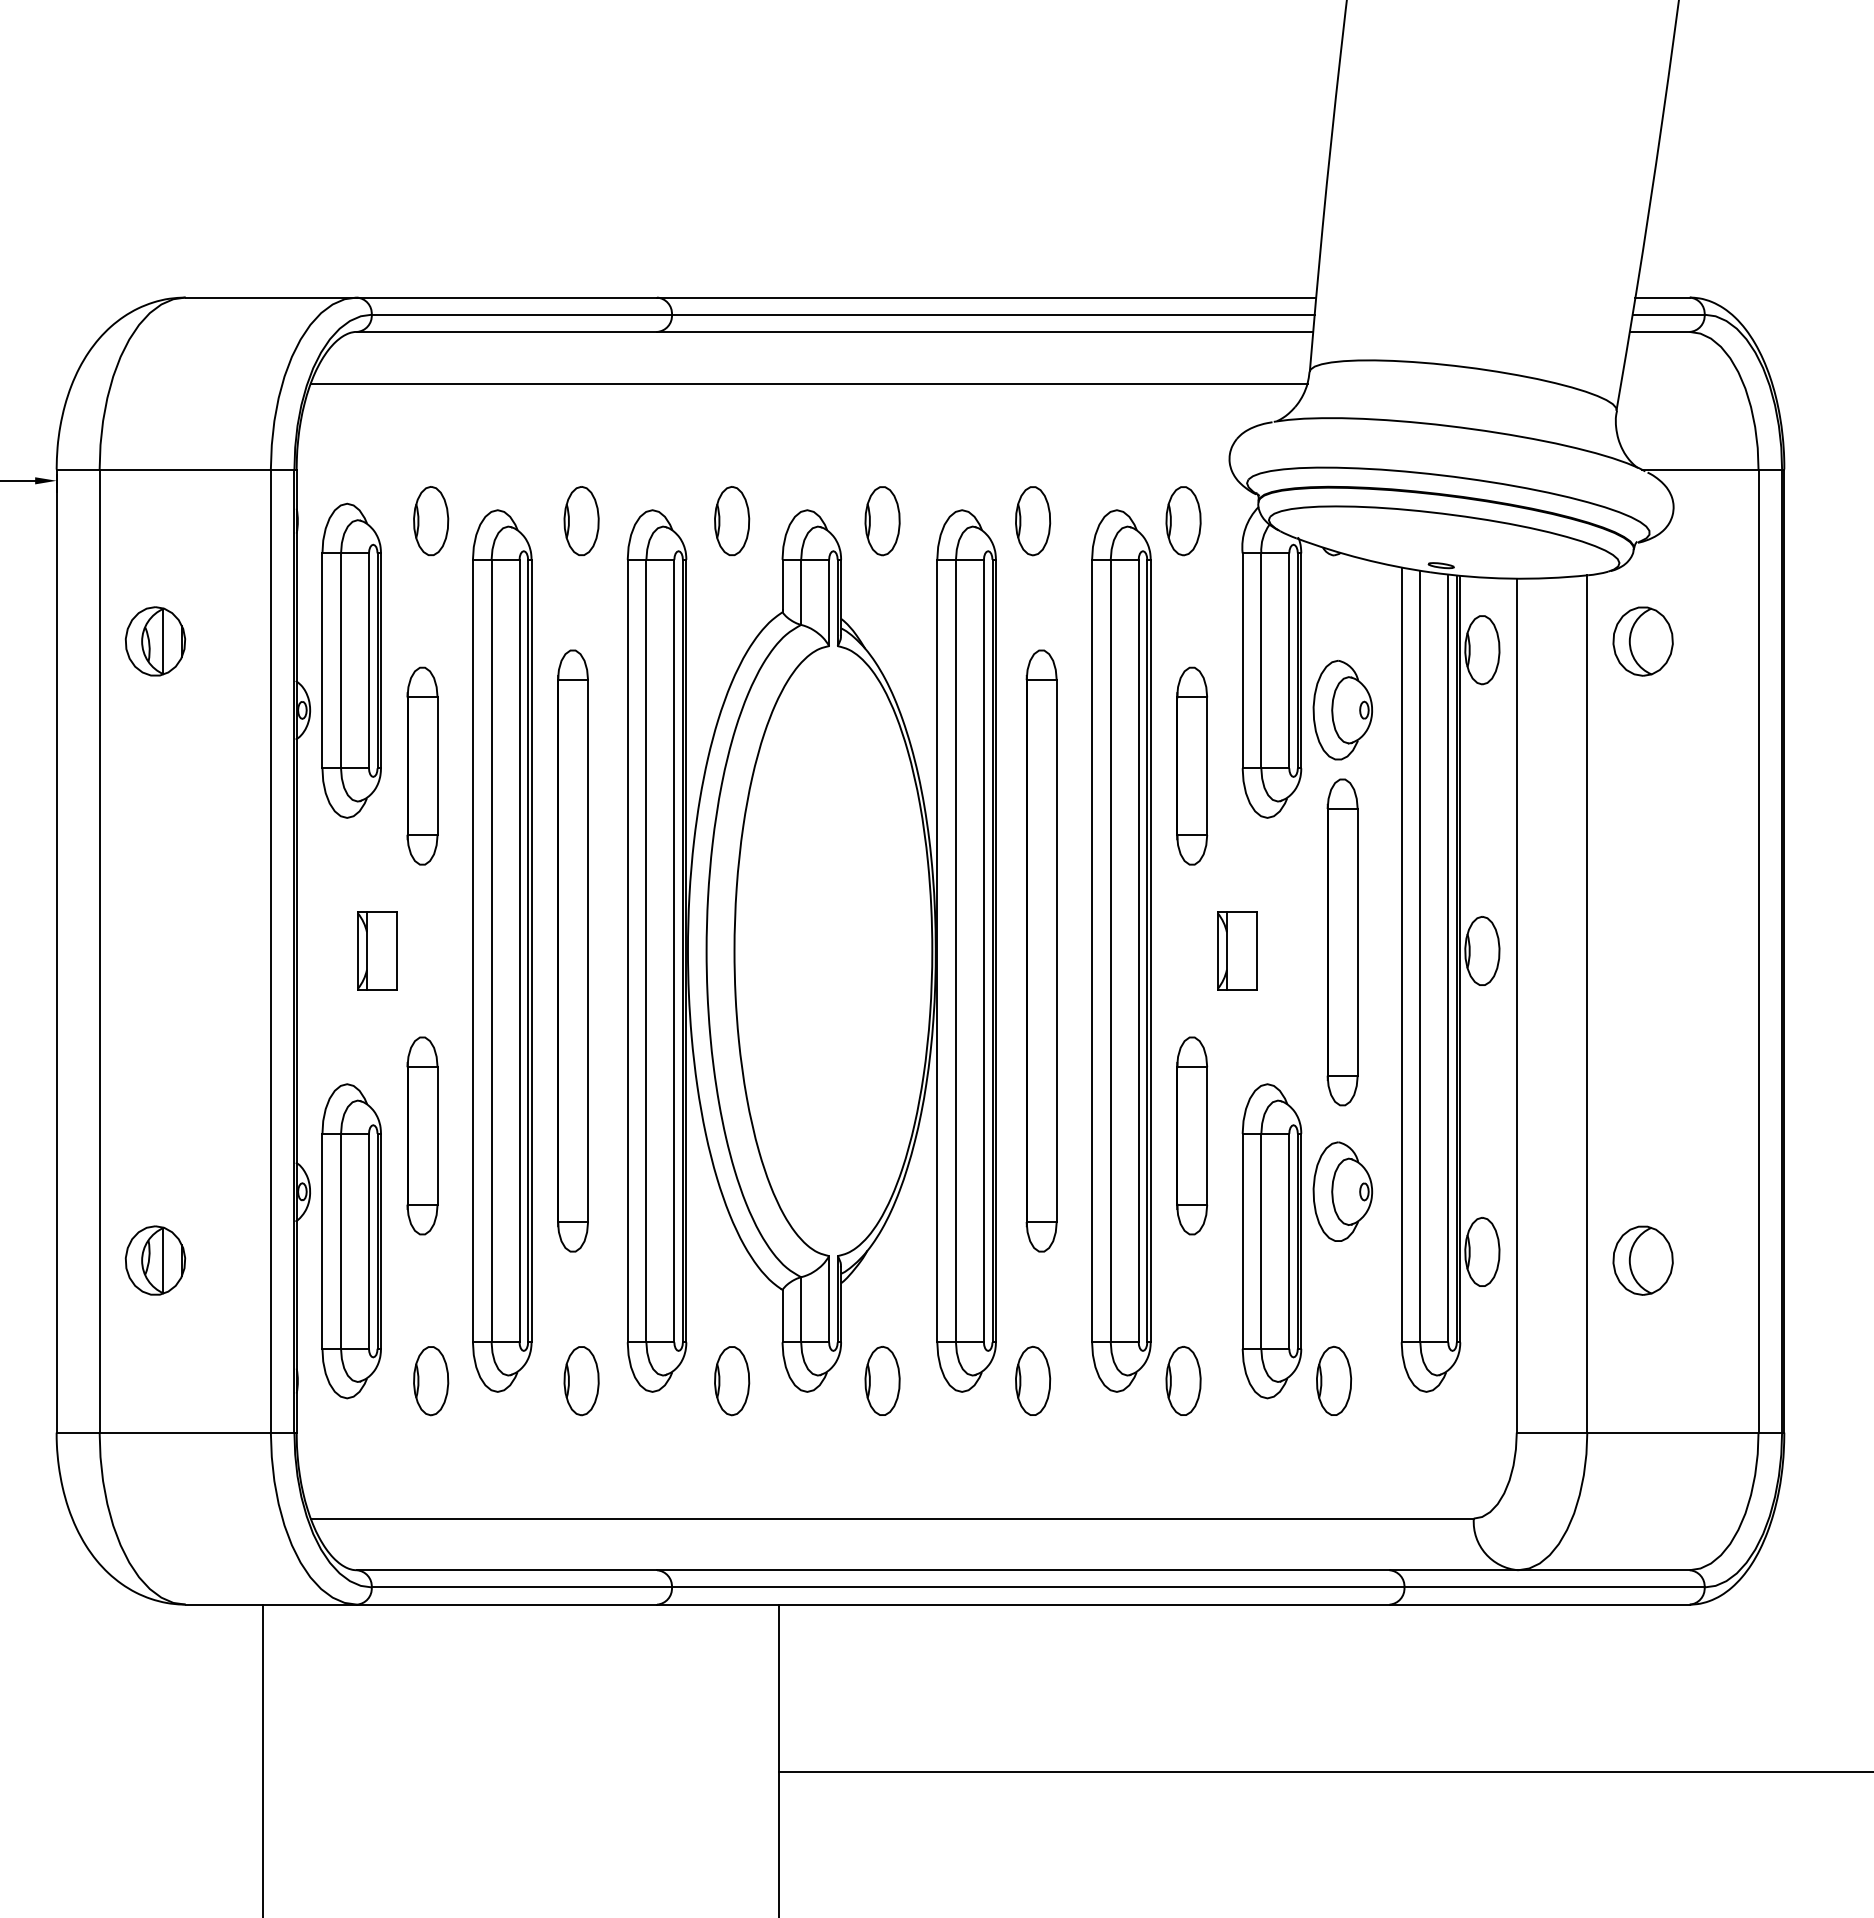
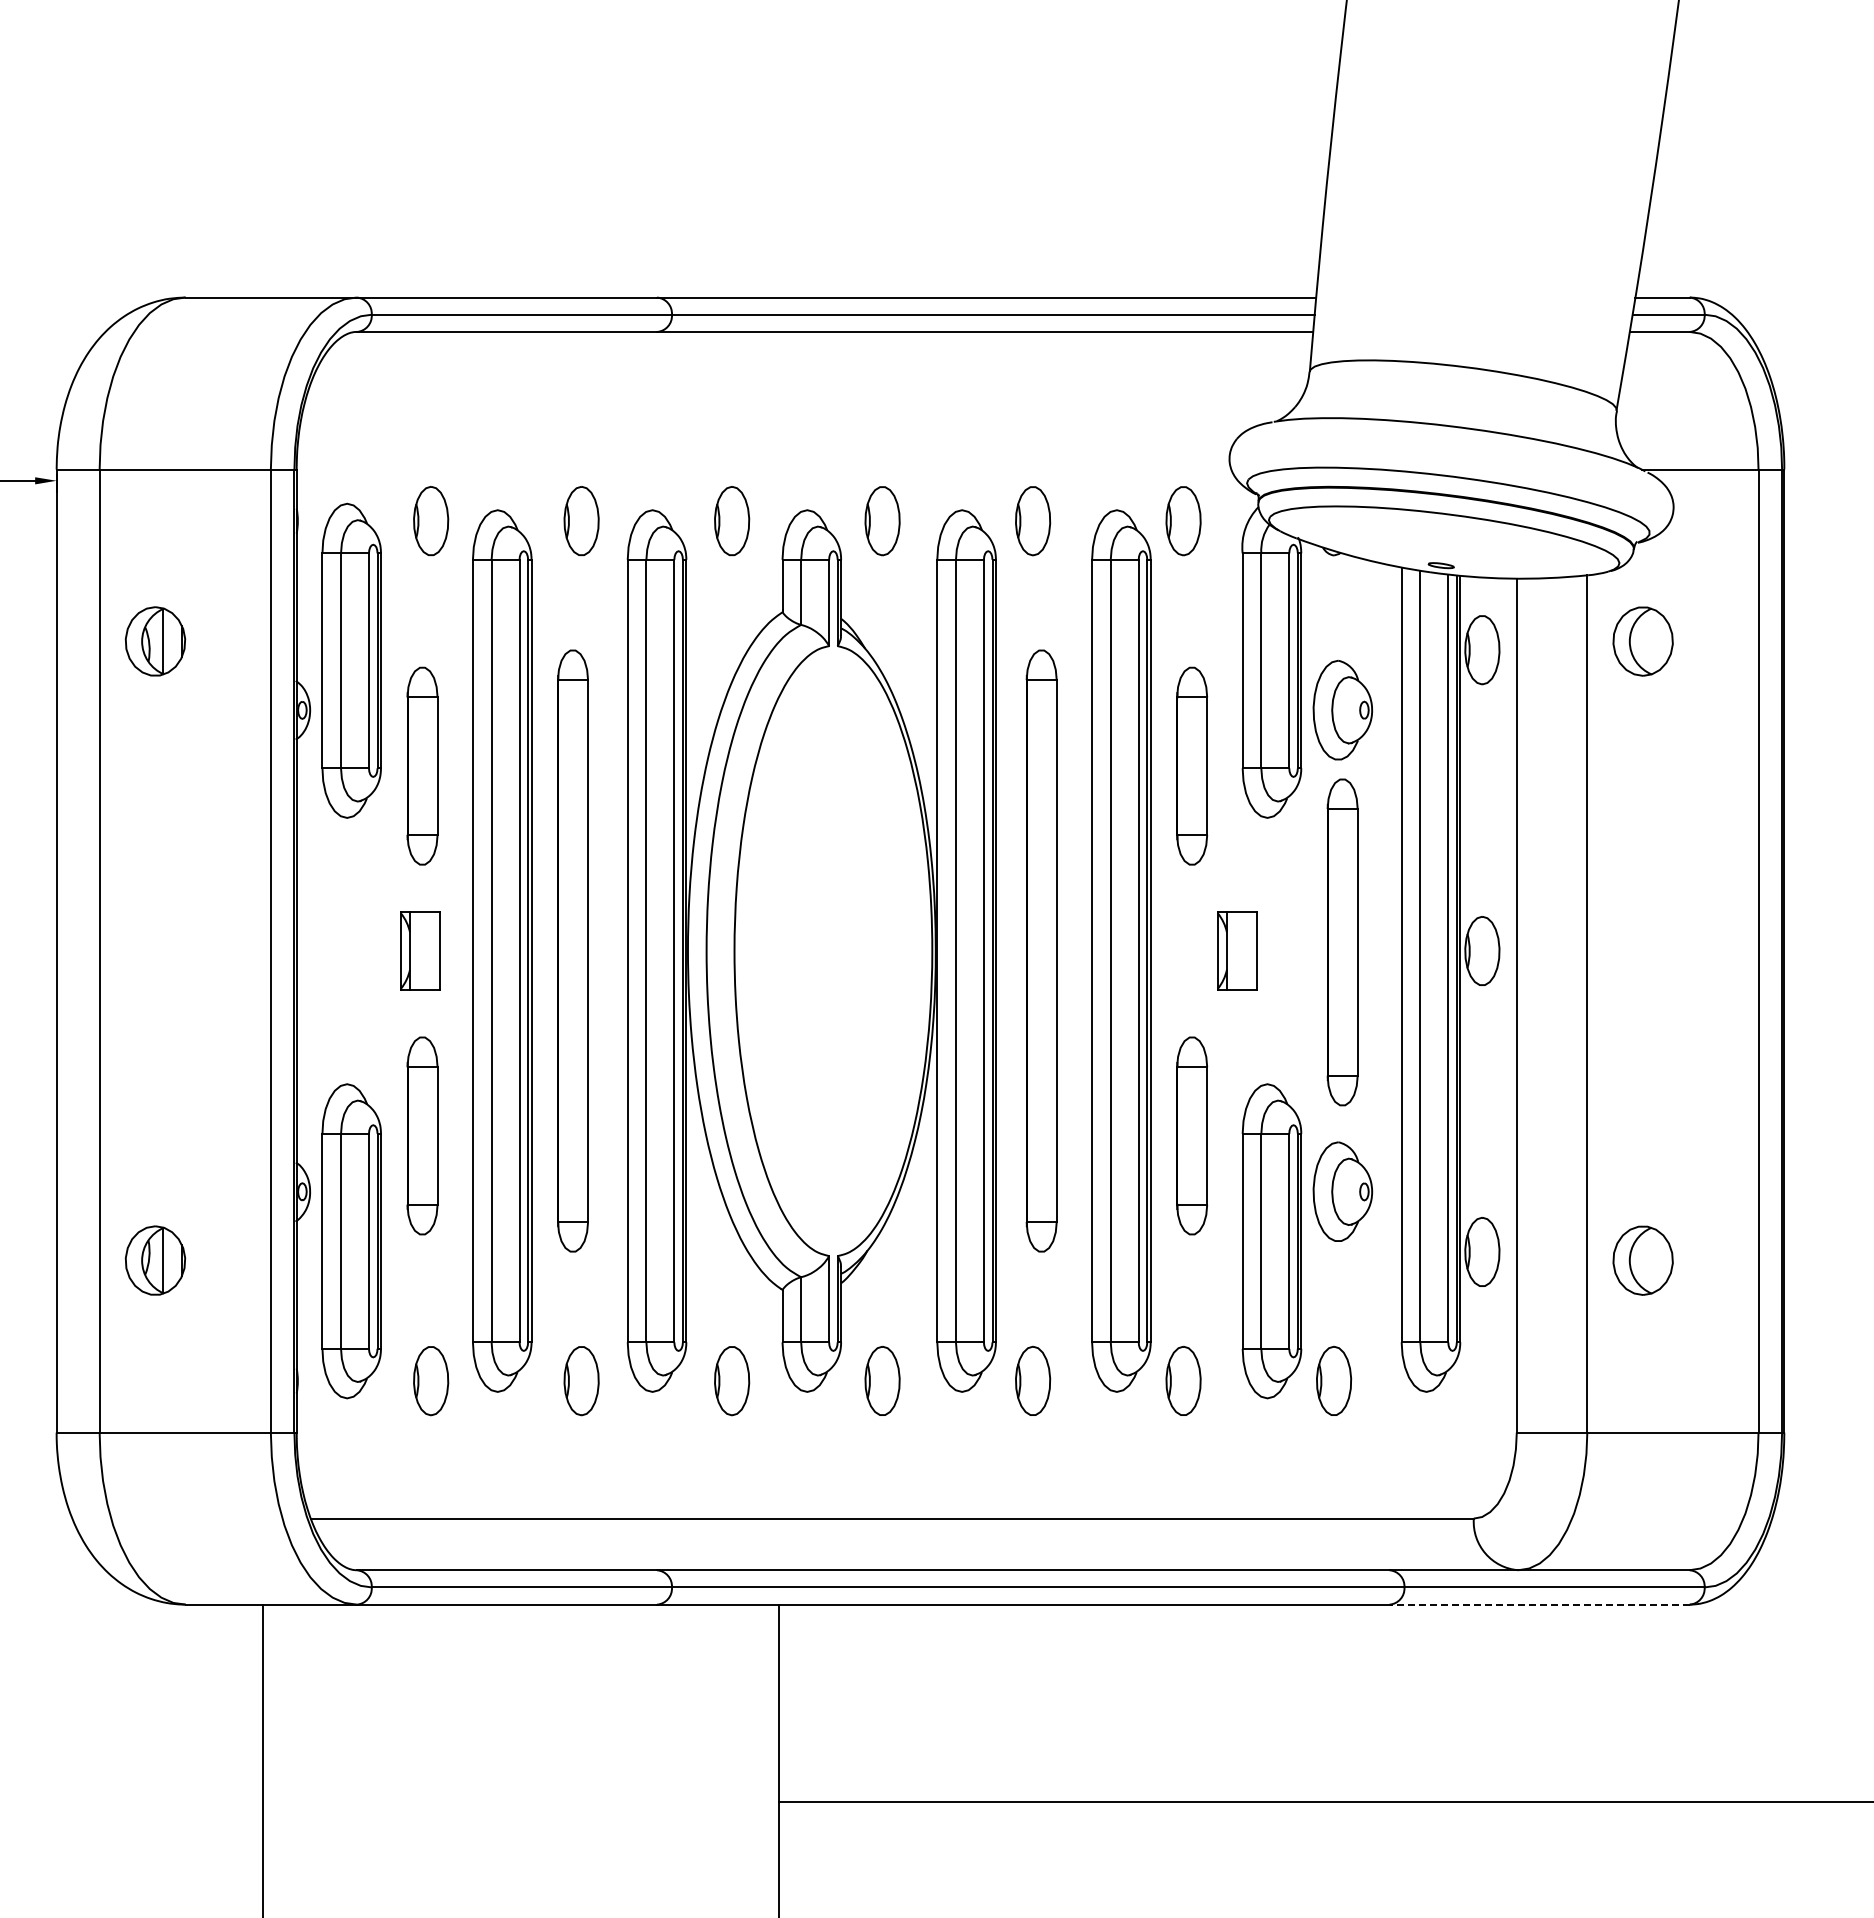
line at (808, 383): present -> none
part at (377, 950) position: (377, 950) -> (420, 950)
line at (1539, 1604): solid -> dashed
line at (1324, 1772) position: (1324, 1772) -> (1324, 1802)
